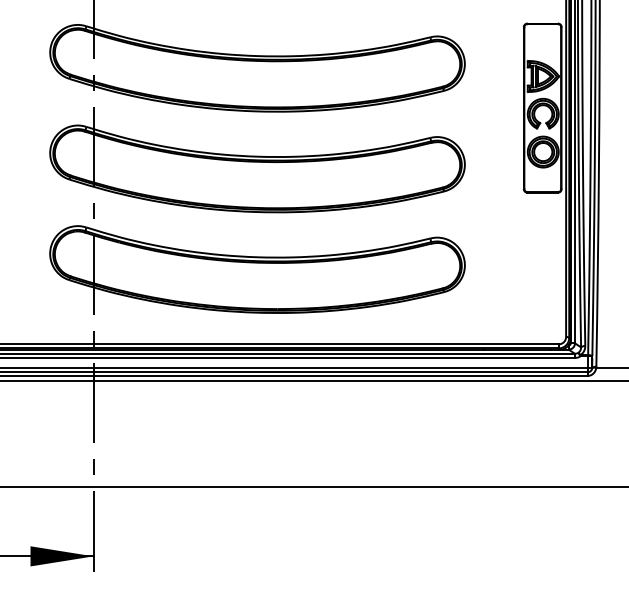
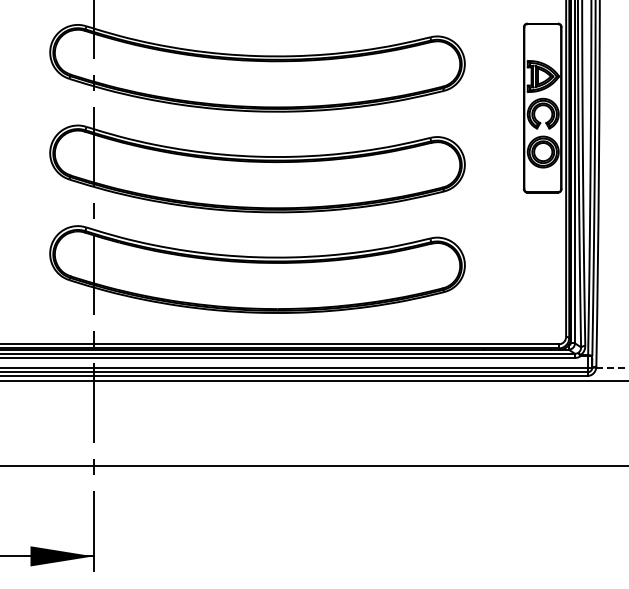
line at (612, 367): solid -> dashed
line at (313, 487) position: (313, 487) -> (313, 466)
